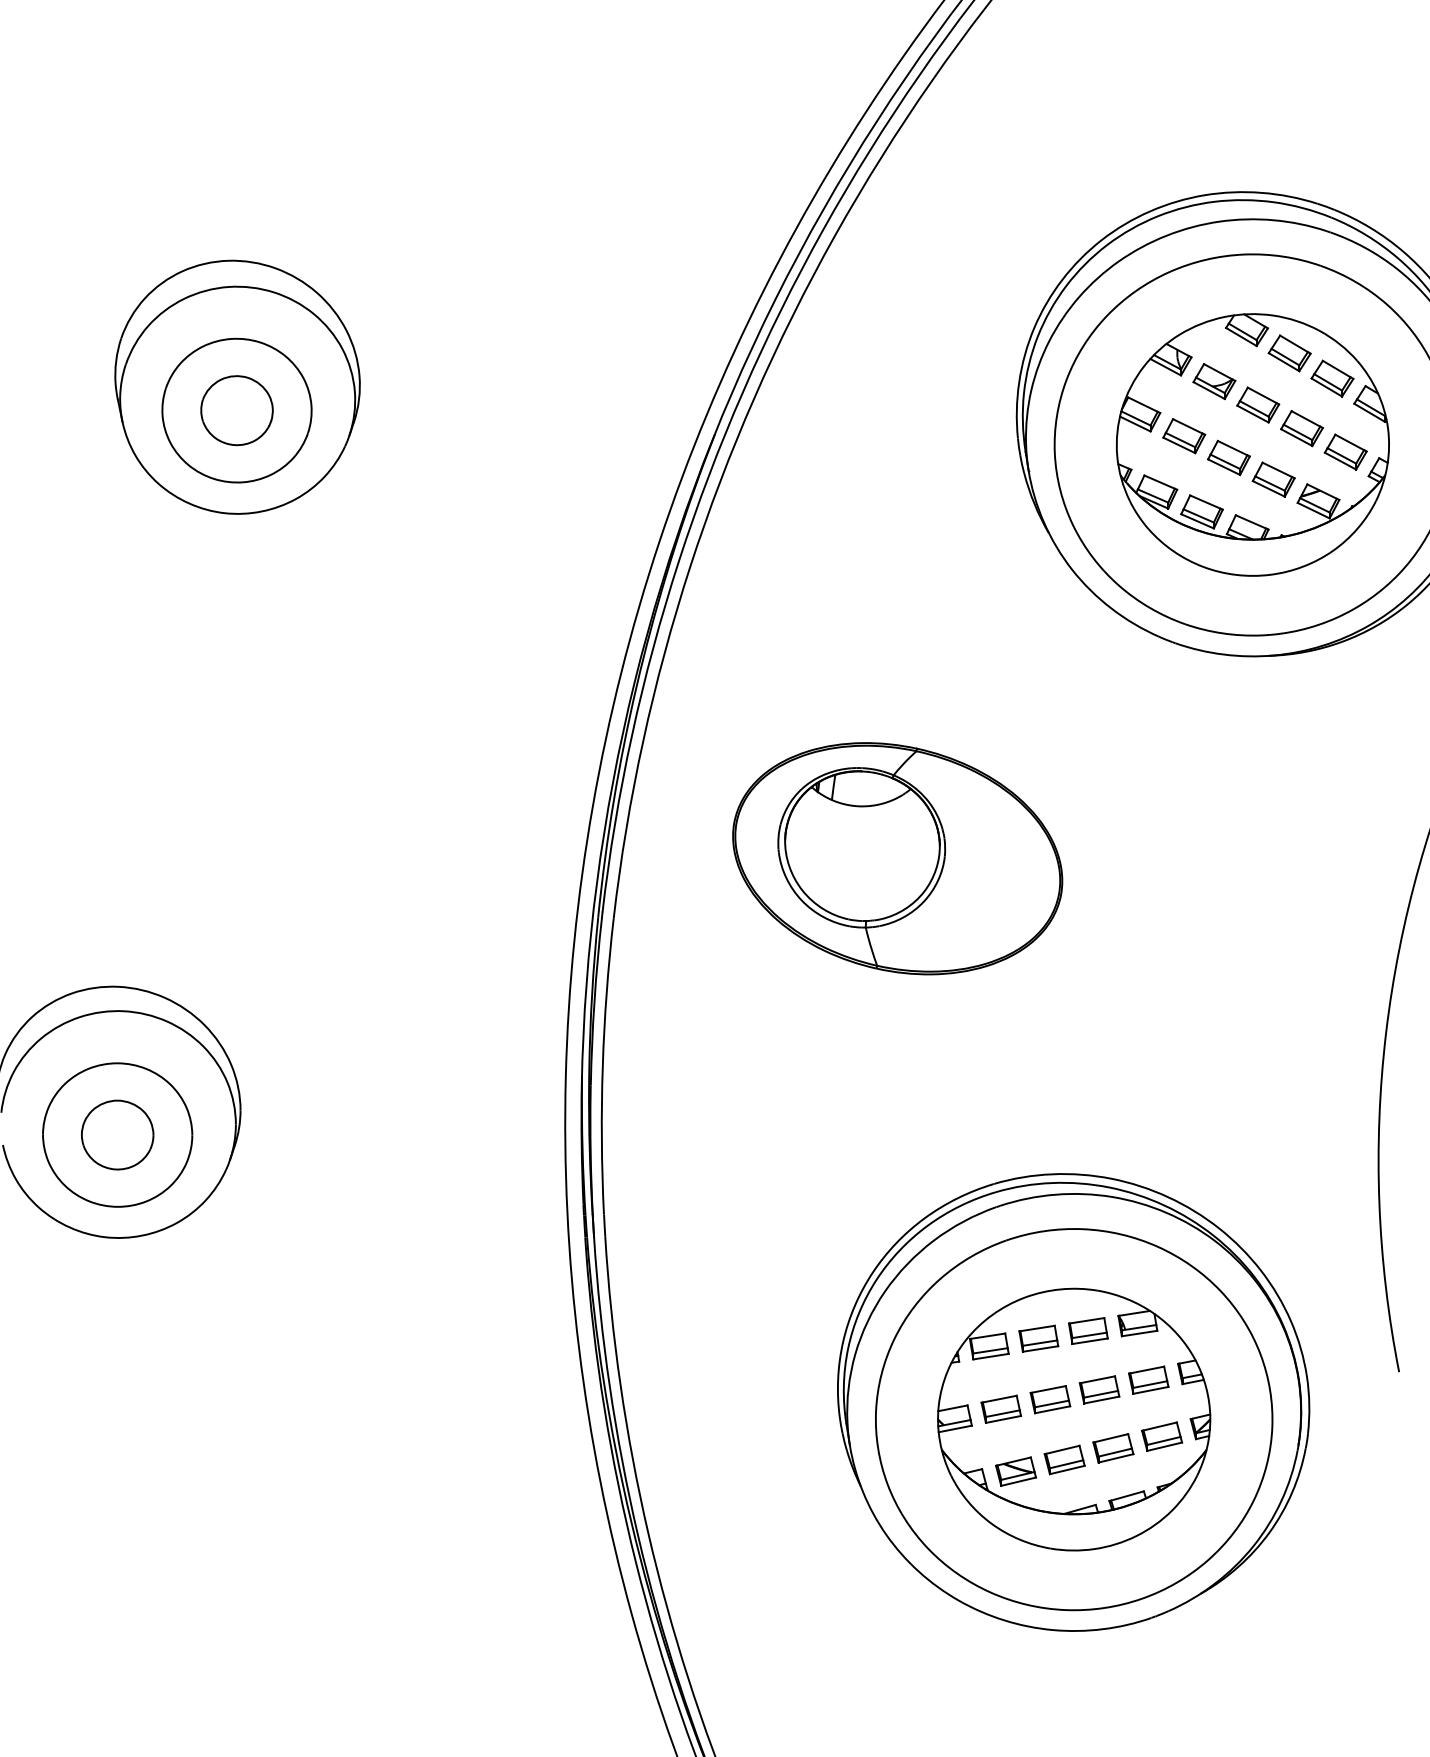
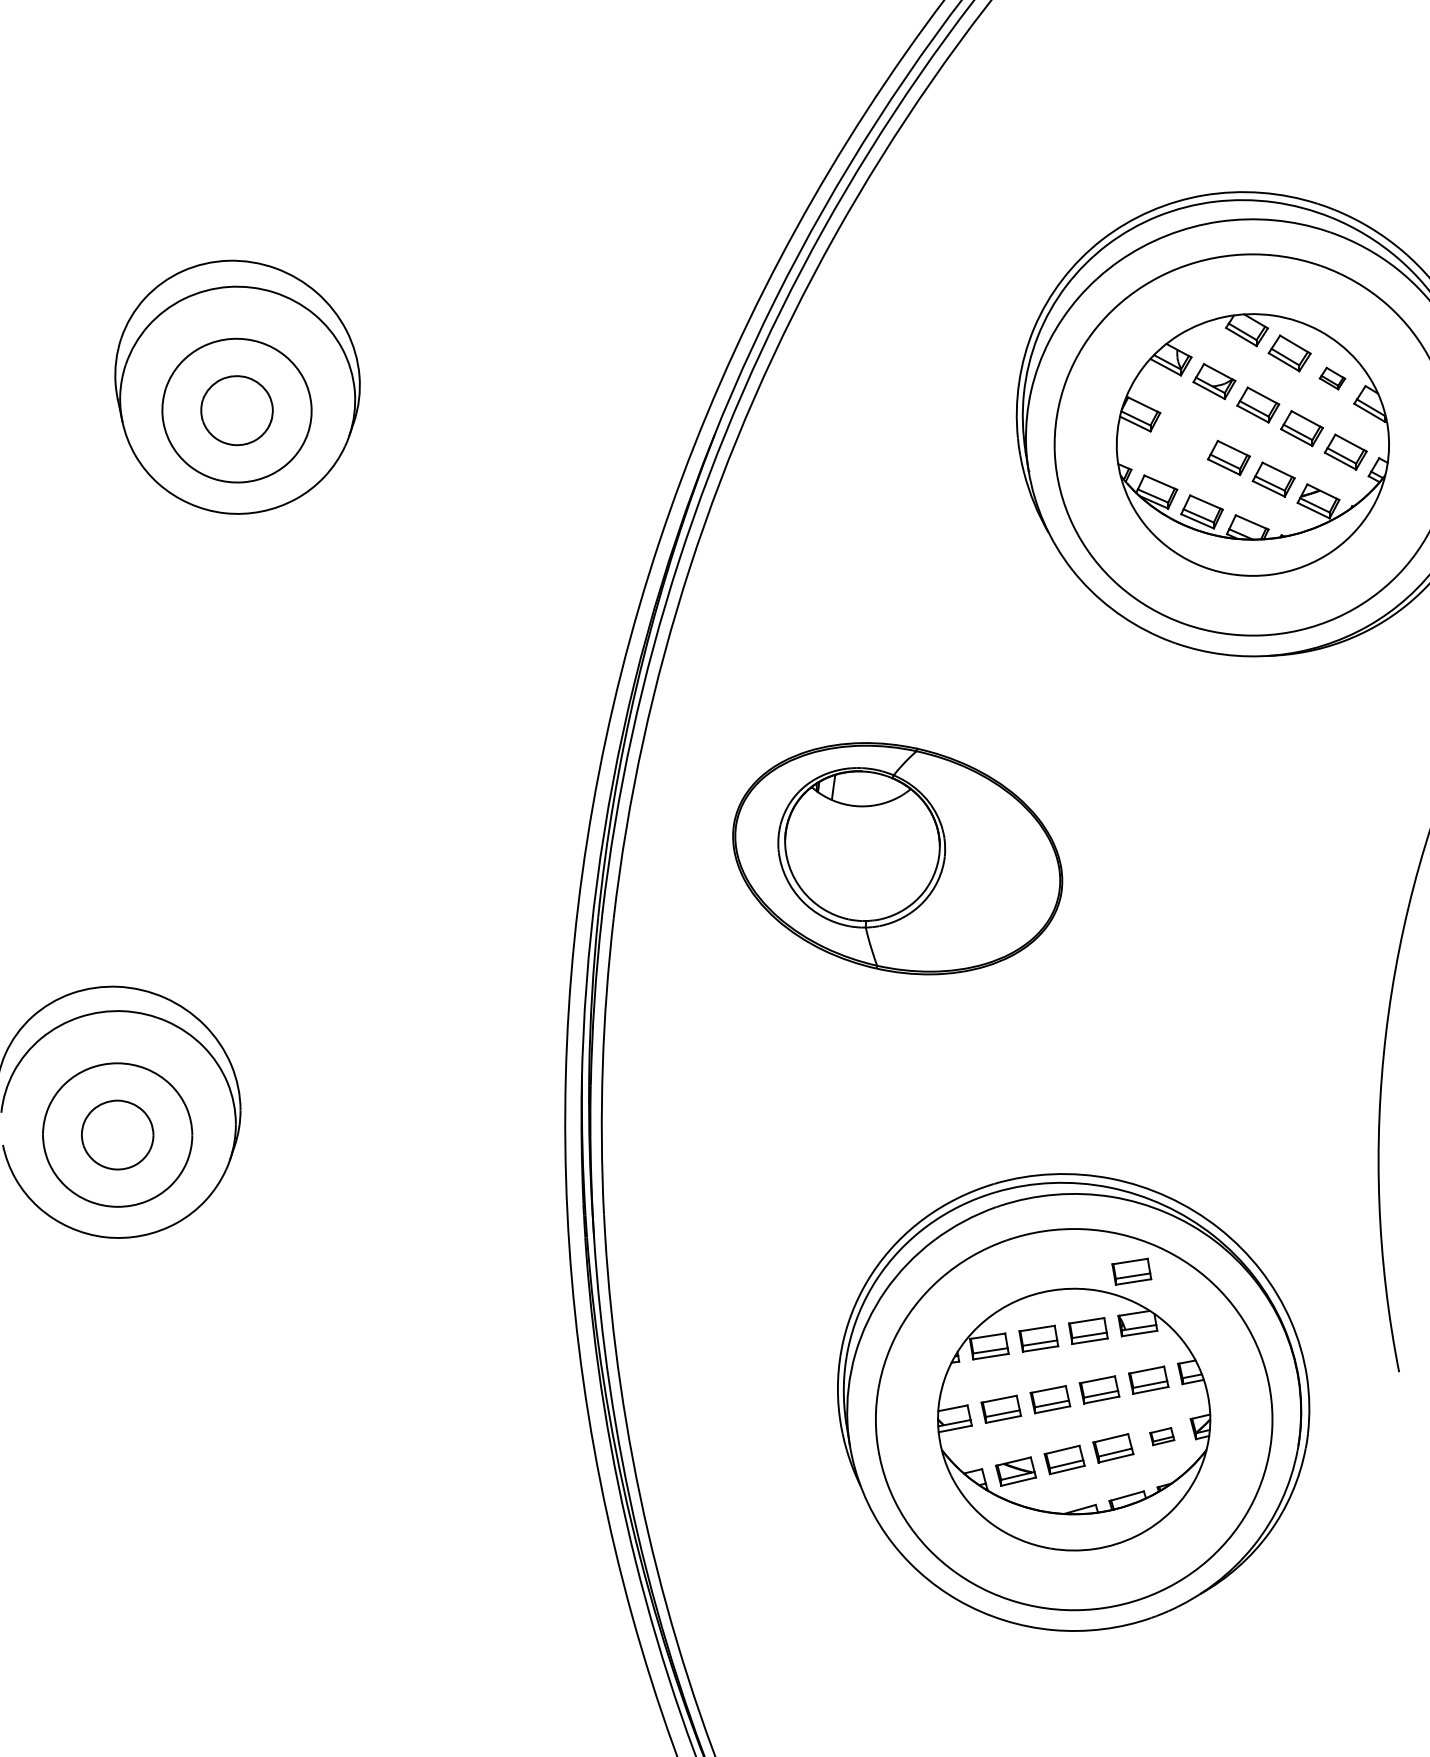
part at (1332, 378) size: 45x39 px -> 29x25 px
part at (1184, 436): present -> none
part at (1131, 1271): none -> present
part at (1162, 1436) size: 43x31 px -> 27x20 px
